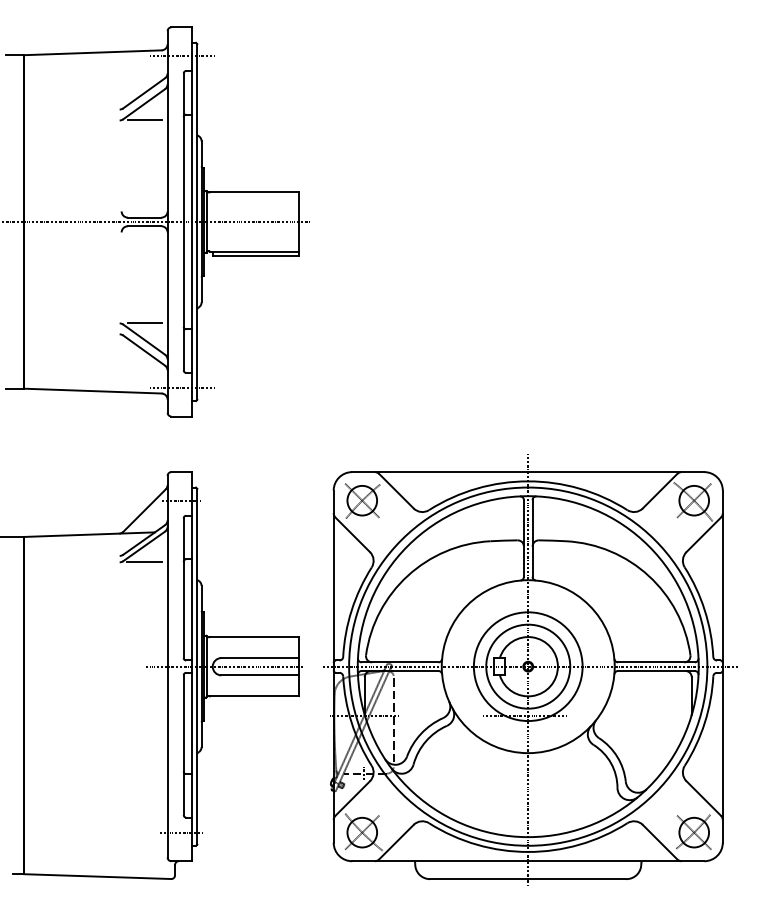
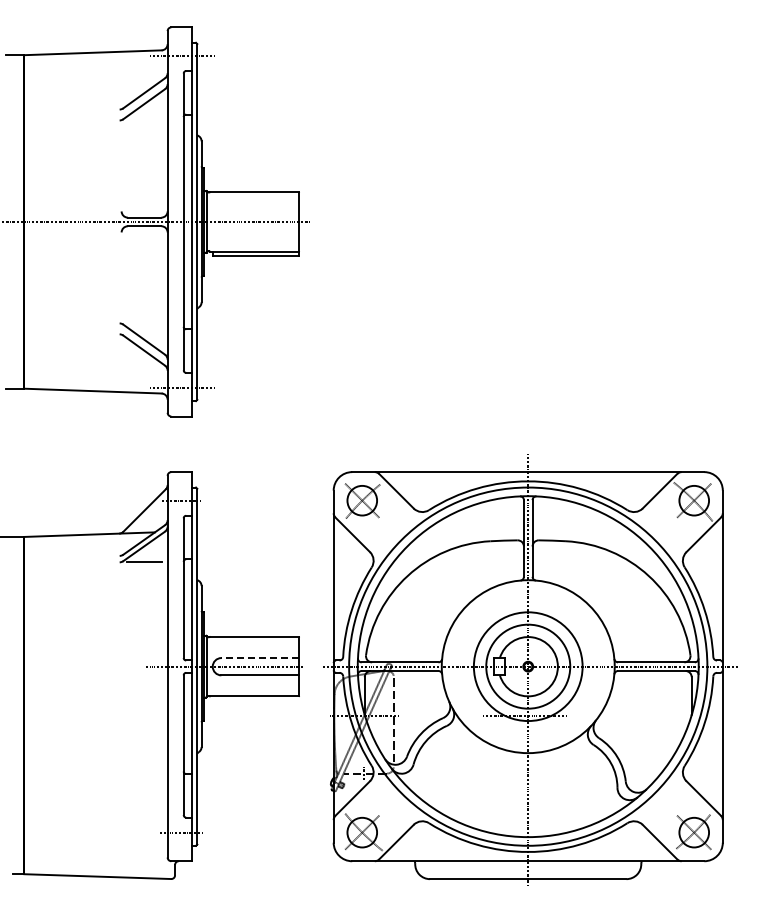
line at (144, 120): present -> none
line at (144, 323): present -> none
line at (260, 658): solid -> dashed
